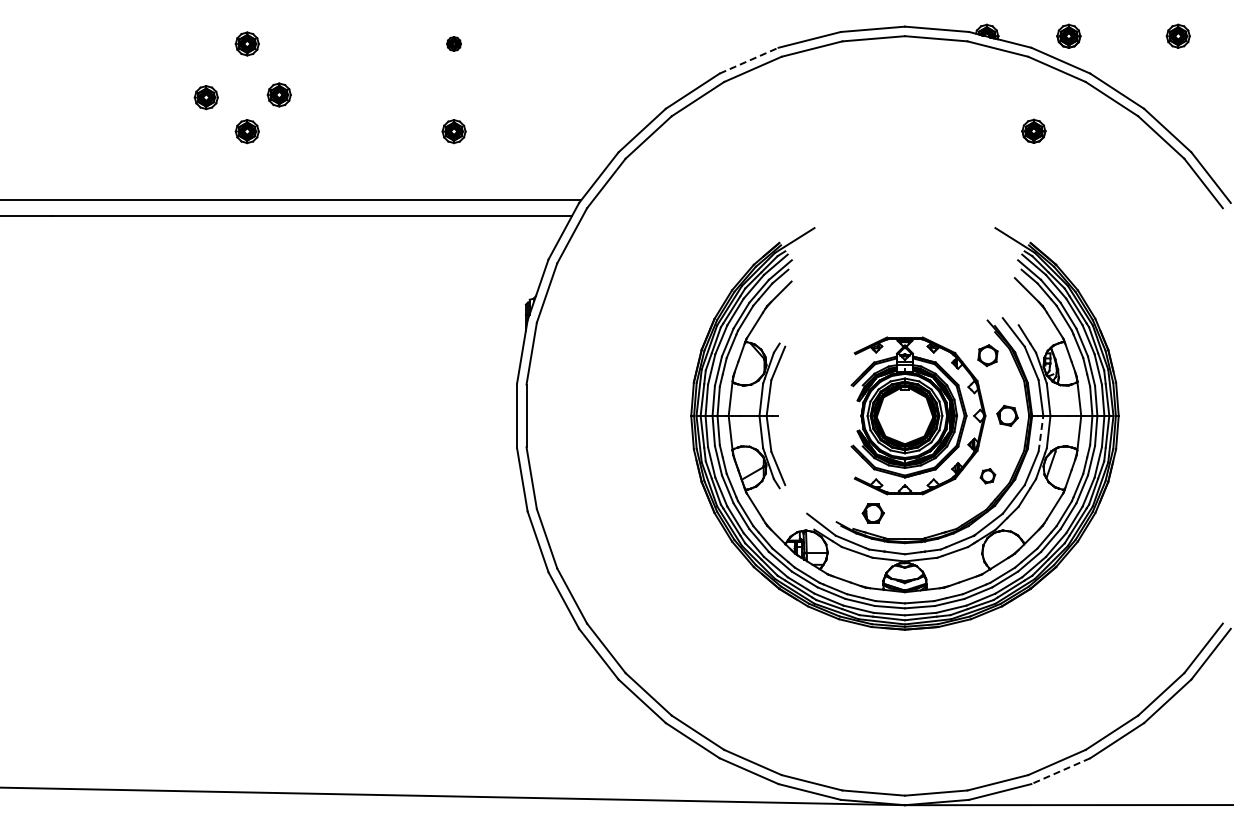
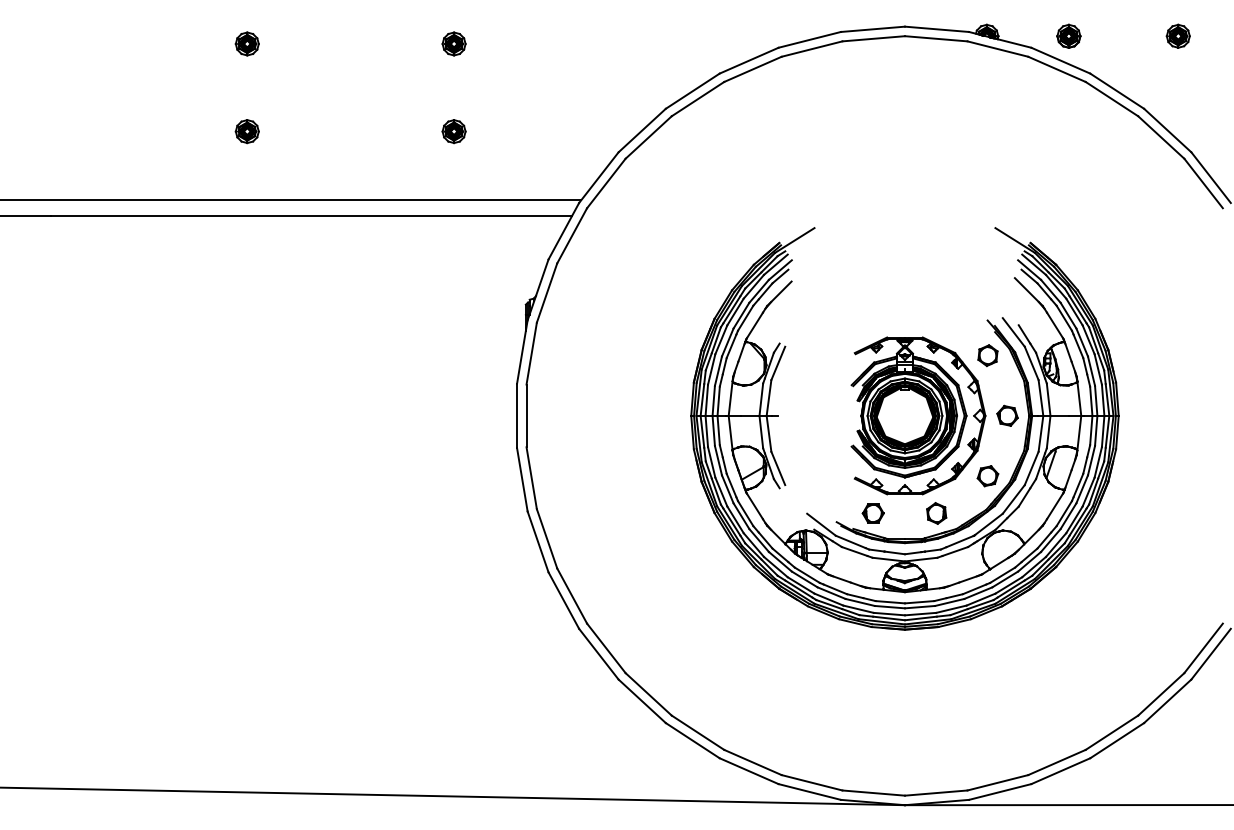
part at (453, 43) size: 16x16 px -> 26x26 px
line at (749, 60): dashed -> solid
part at (278, 94): present -> none
part at (205, 97): present -> none
part at (1033, 130): present -> none
line at (1041, 433): dashed -> solid
part at (987, 476) size: 18x17 px -> 24x23 px
part at (936, 513): none -> present
line at (1060, 771): dashed -> solid
